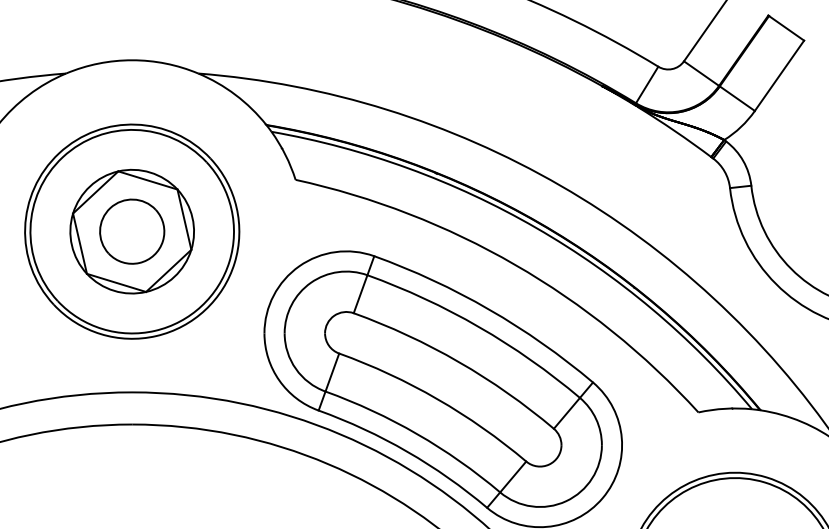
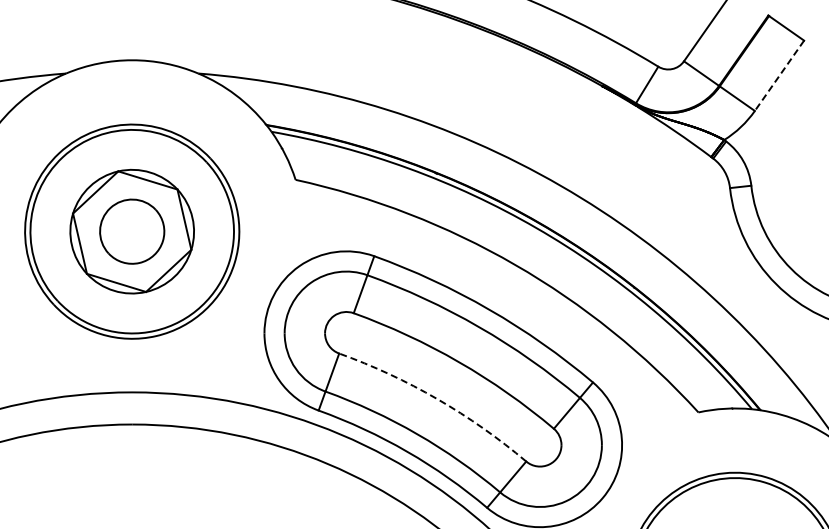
line at (779, 75): solid -> dashed
arc at (437, 399): solid -> dashed
